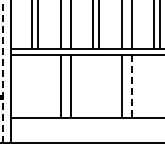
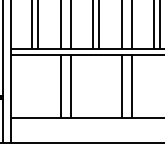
line at (2, 71): dashed -> solid
line at (131, 86): dashed -> solid
